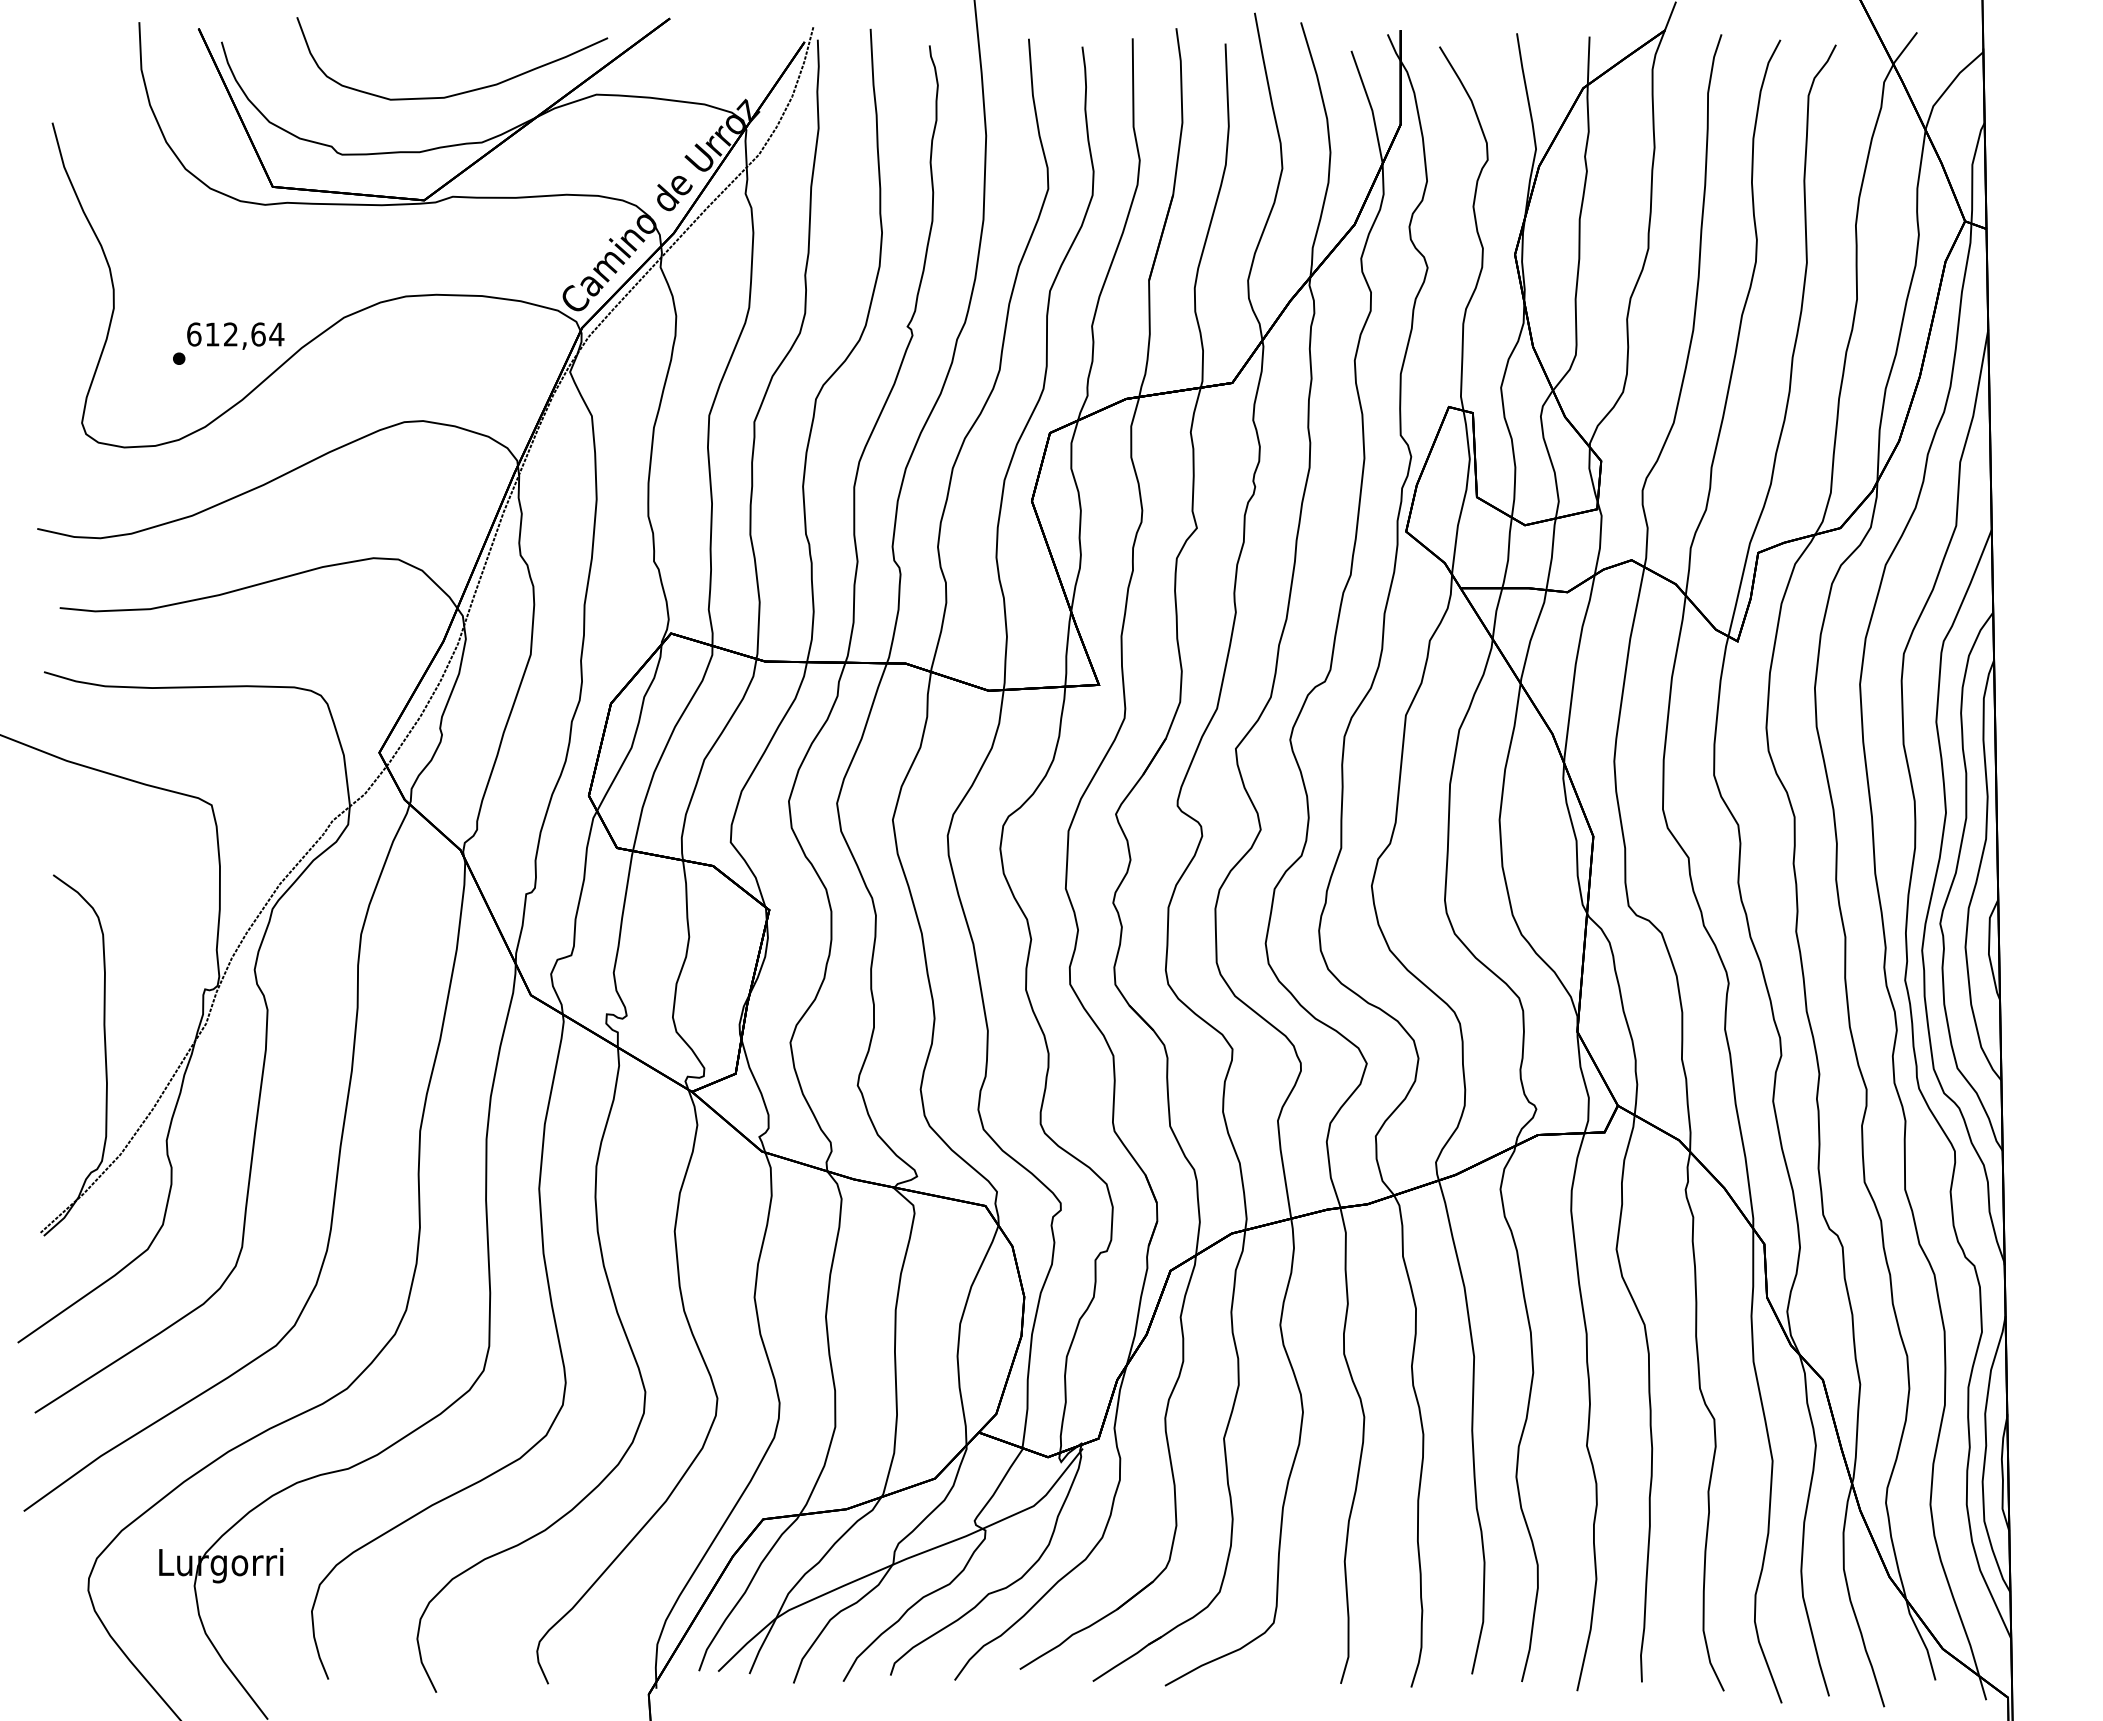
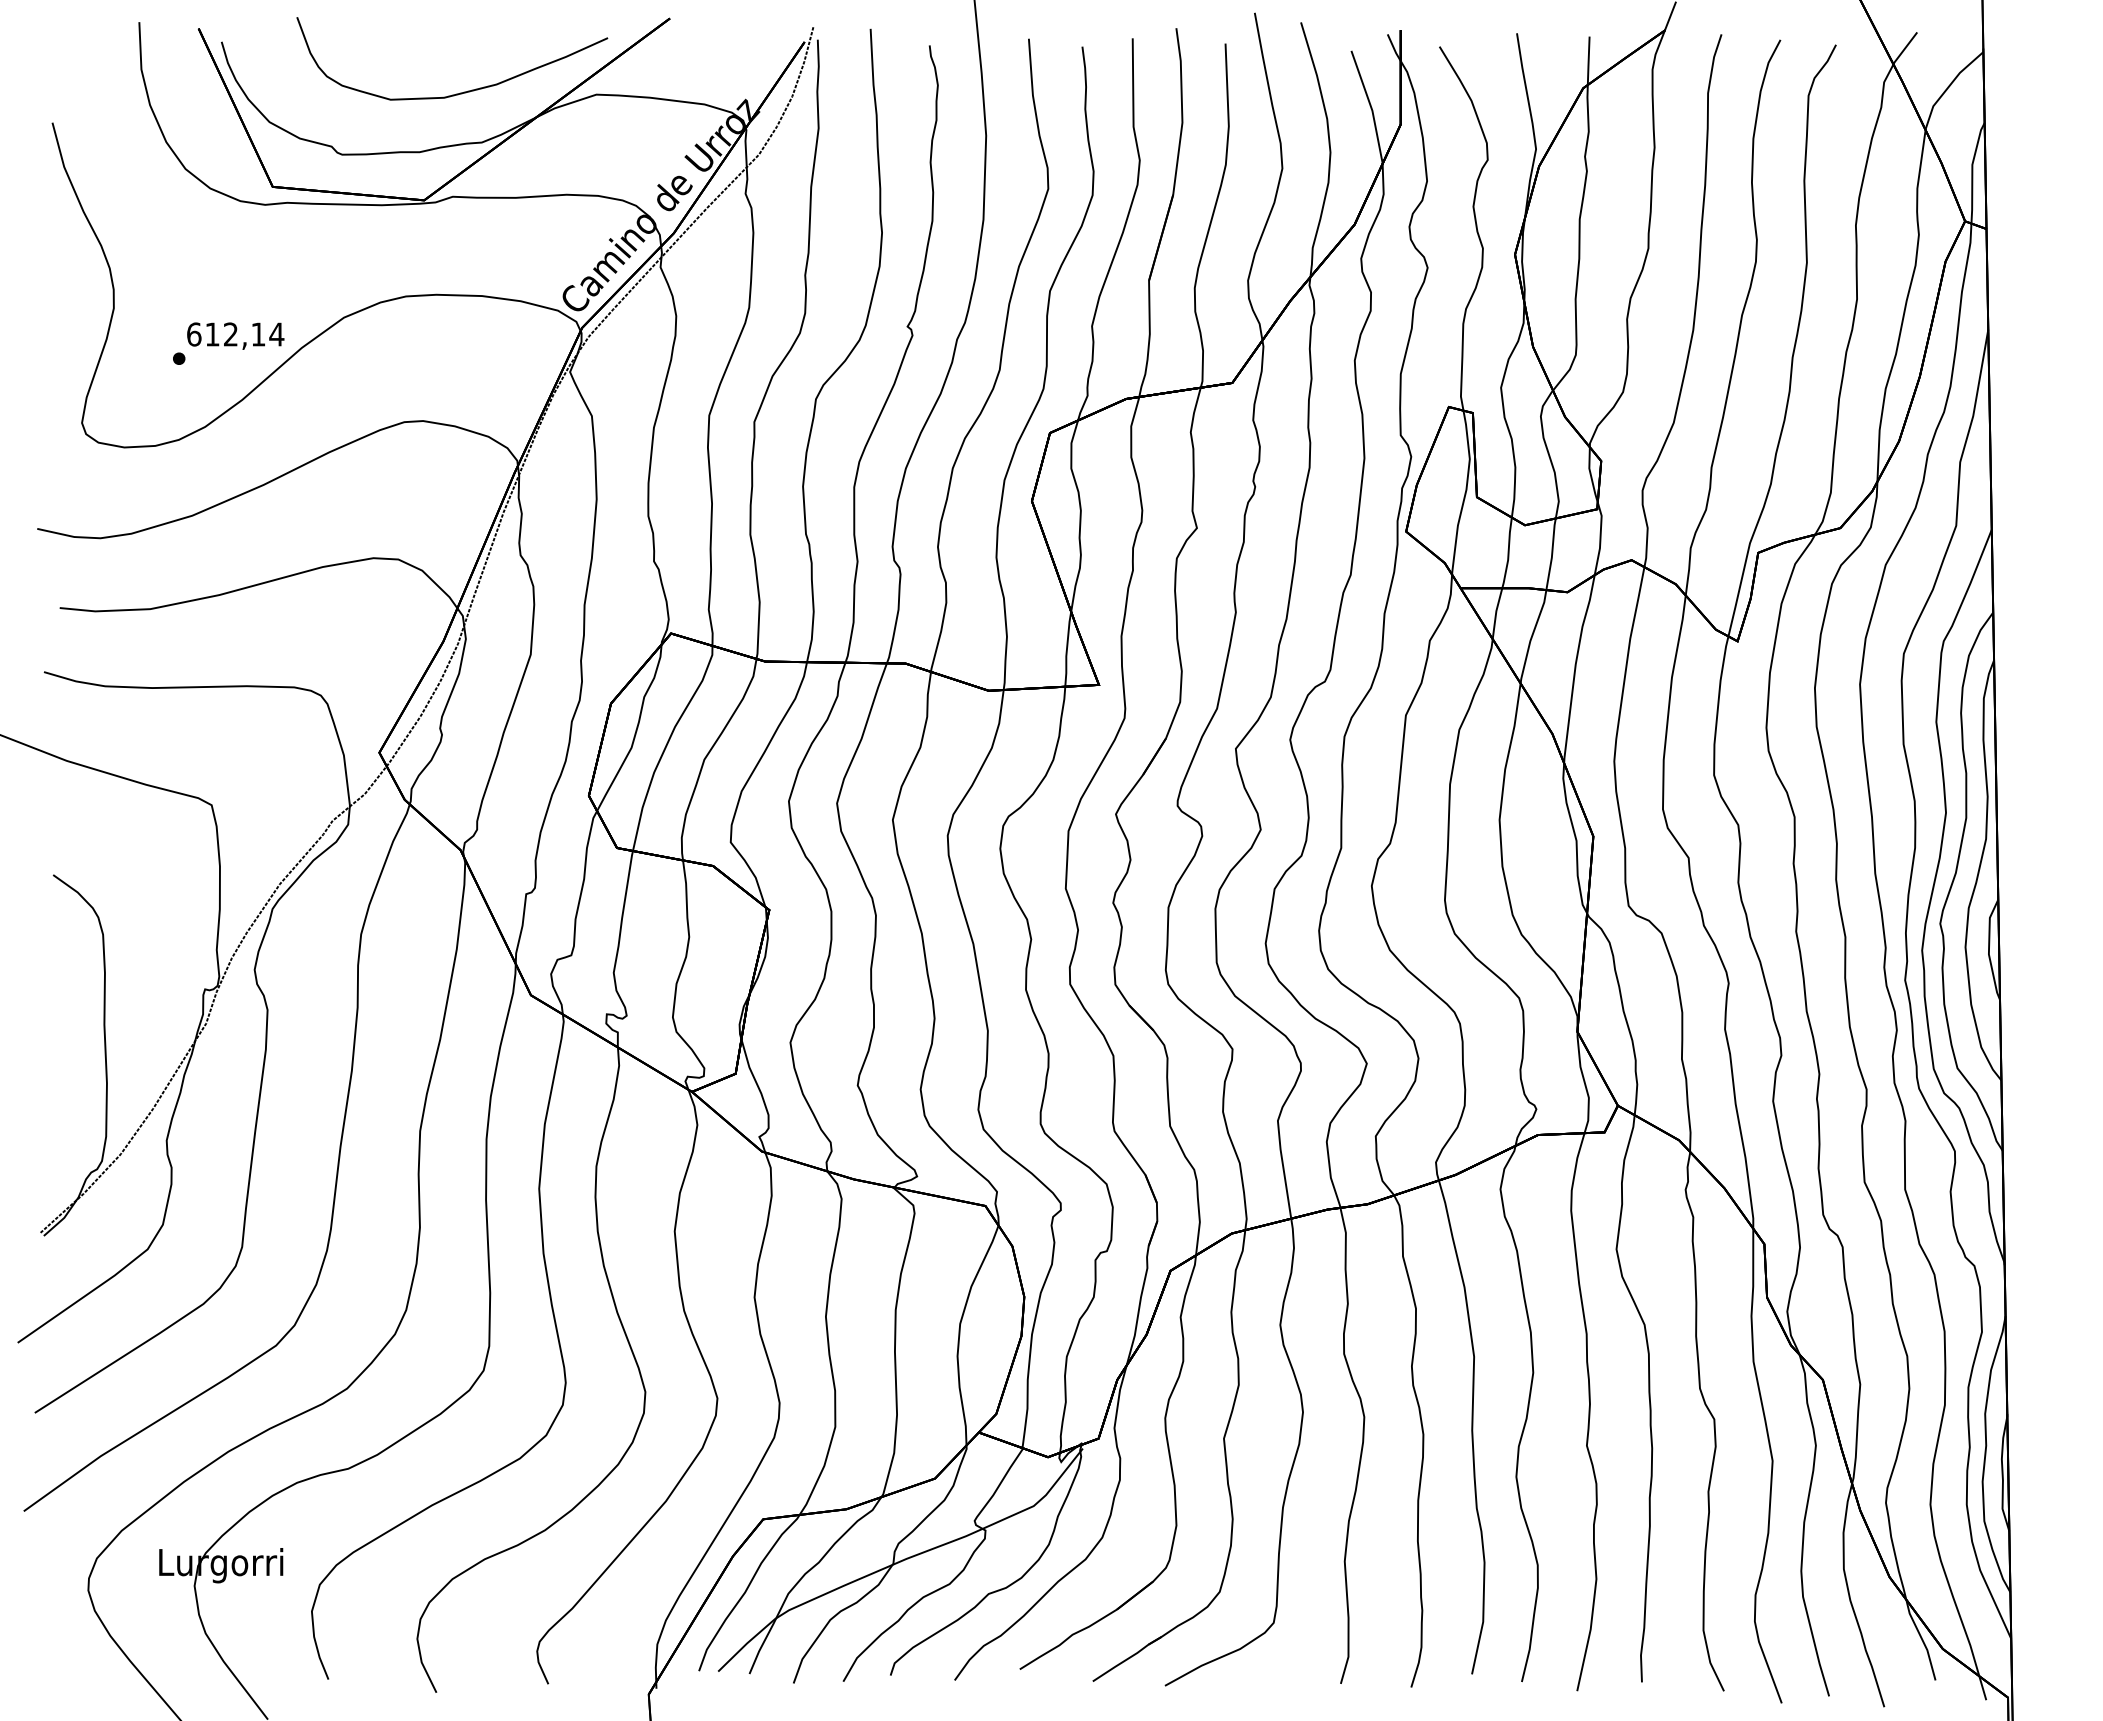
text at (258, 334): 612,64 -> 612,14
